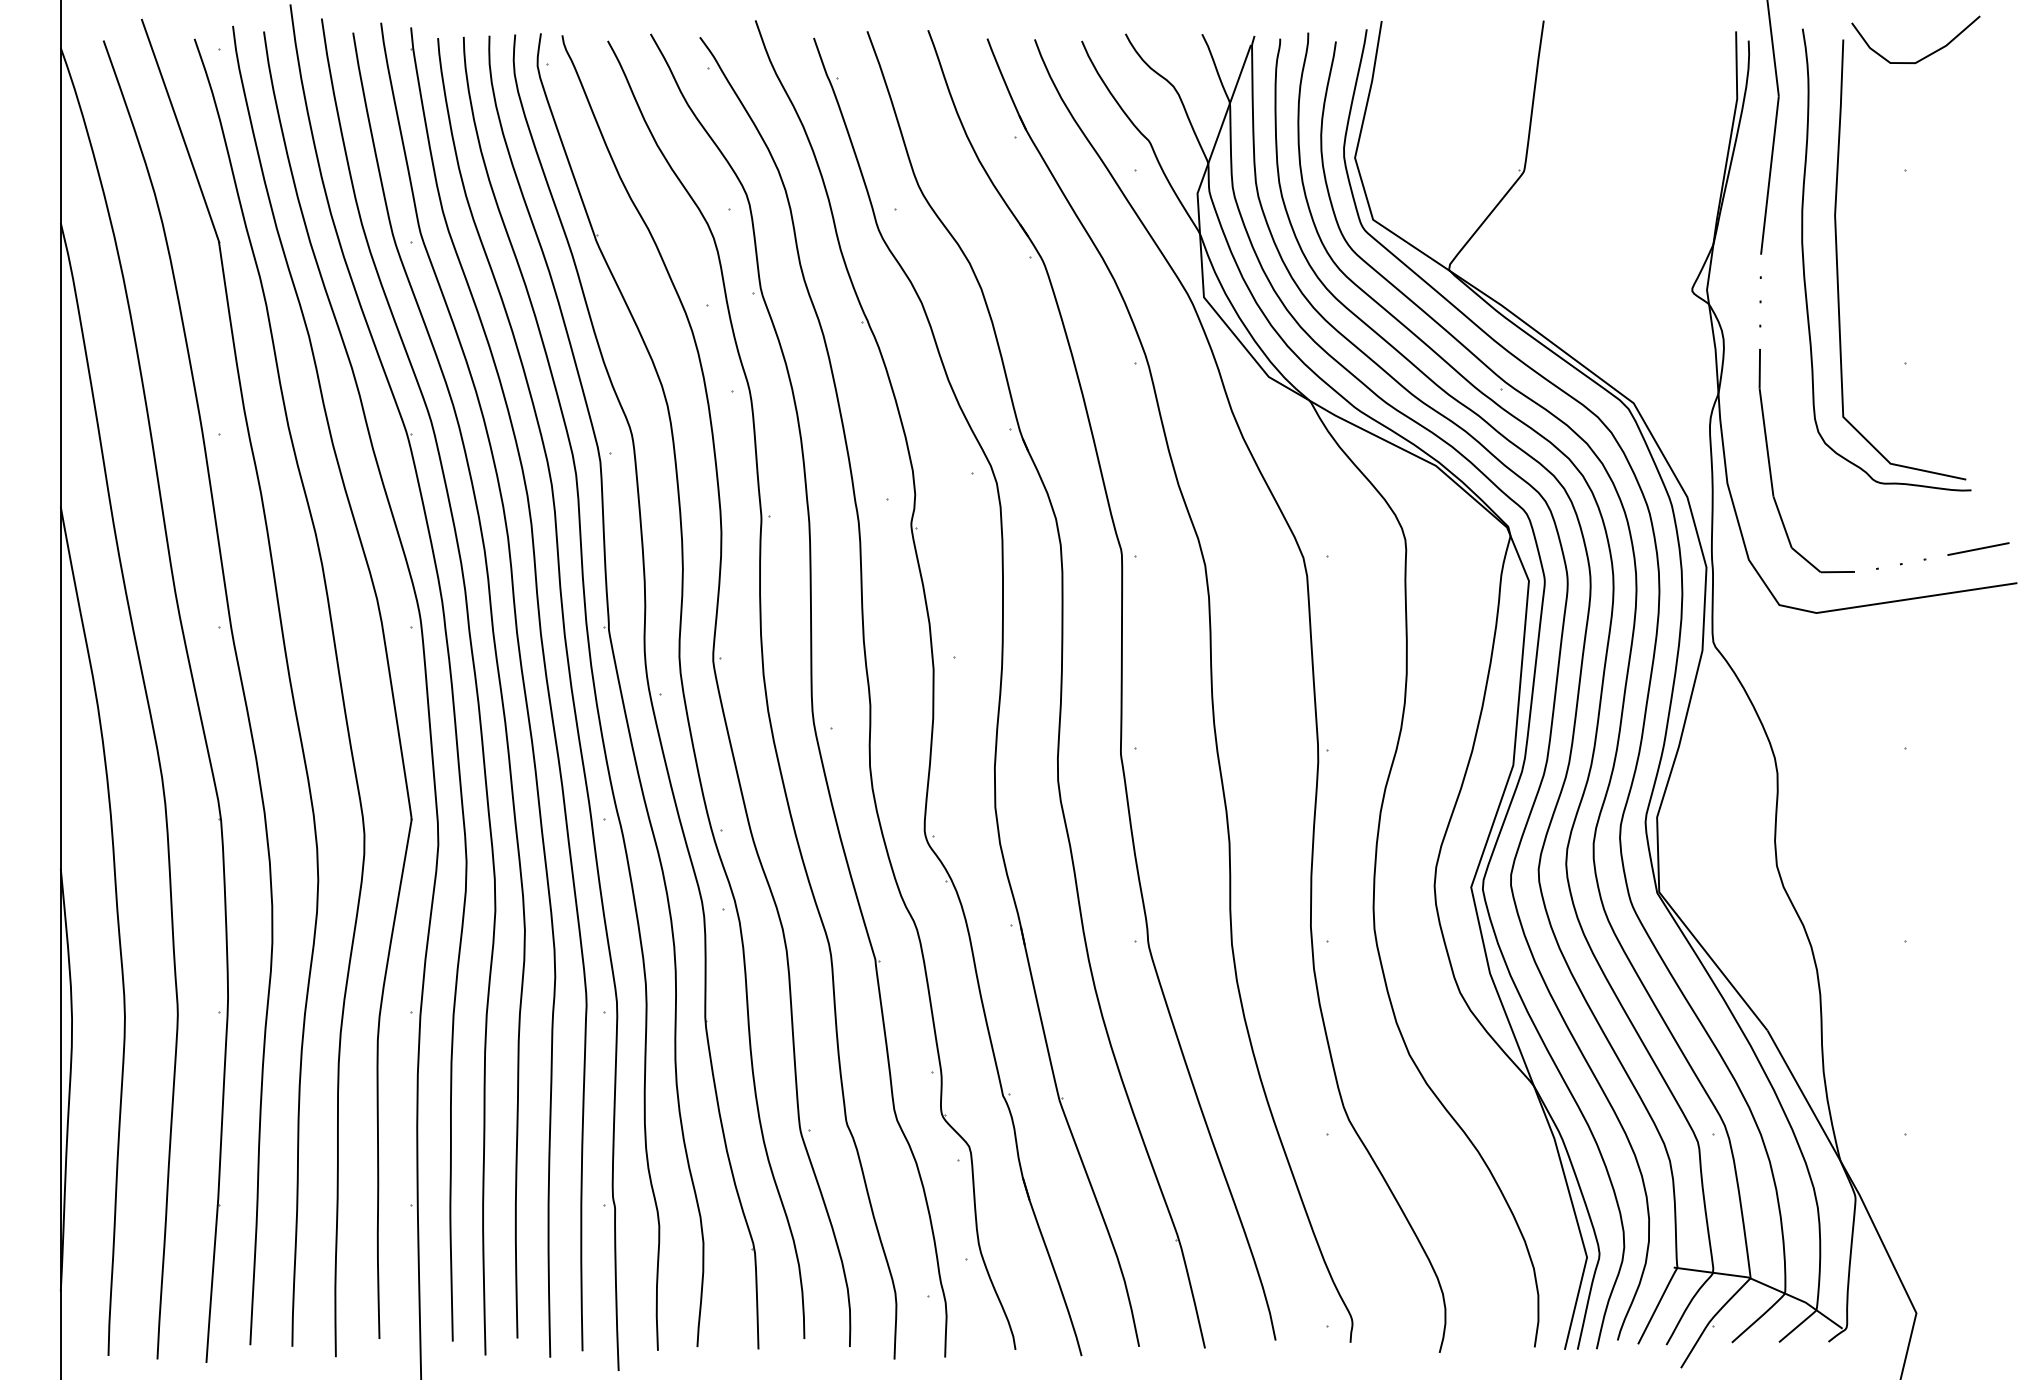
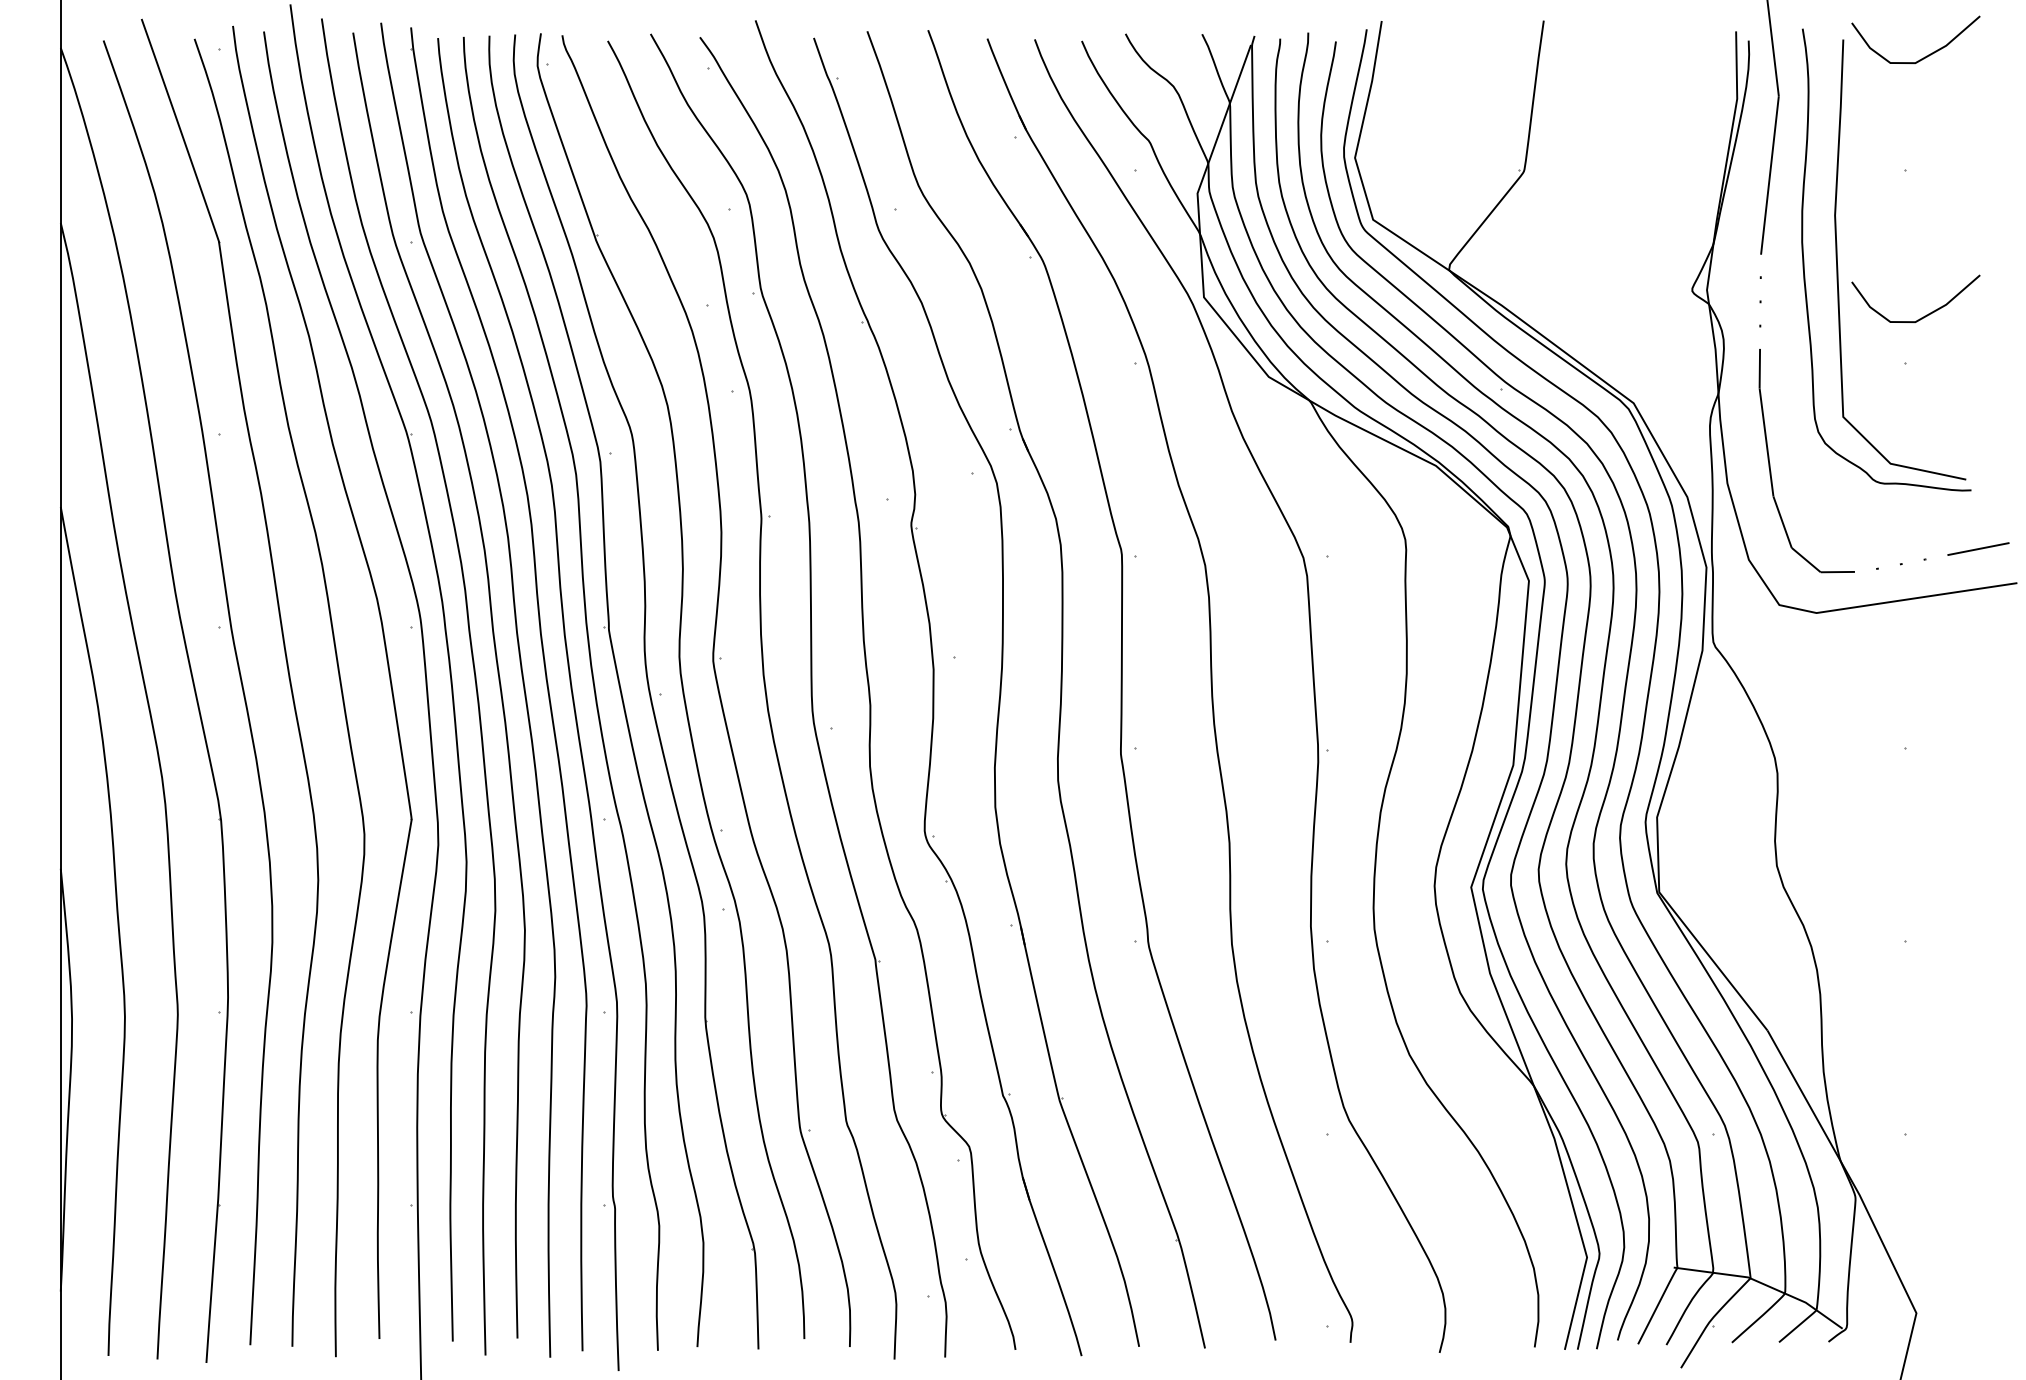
curve at (1926, 314): none -> present
